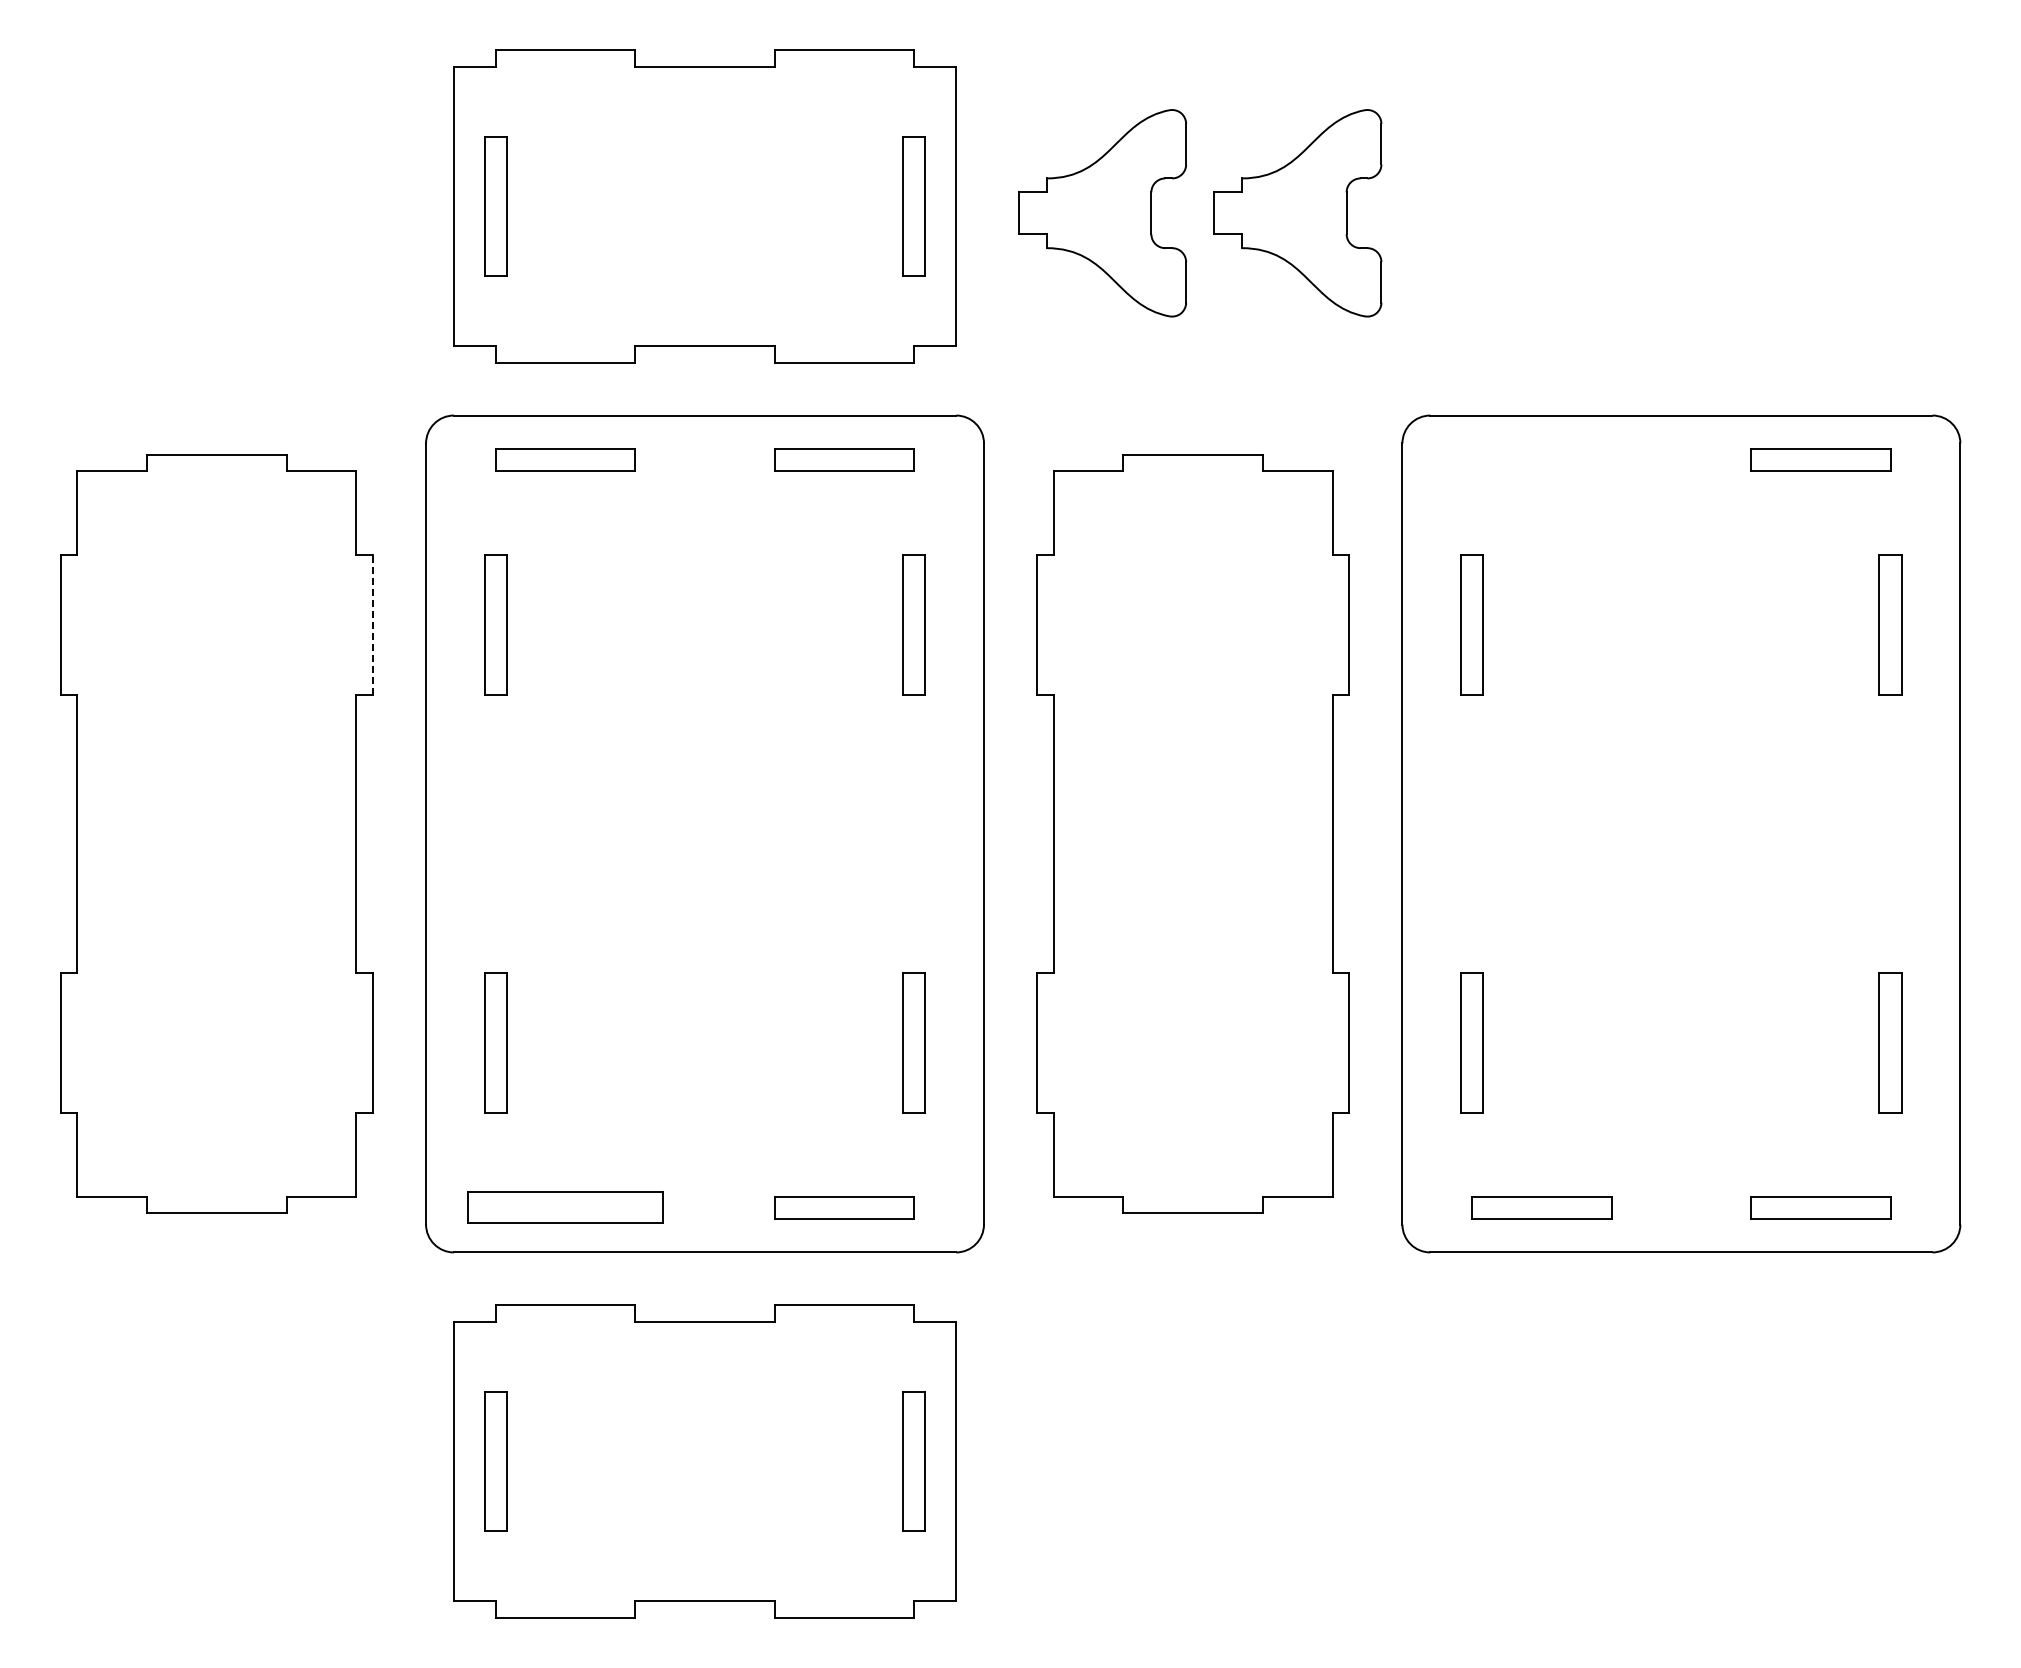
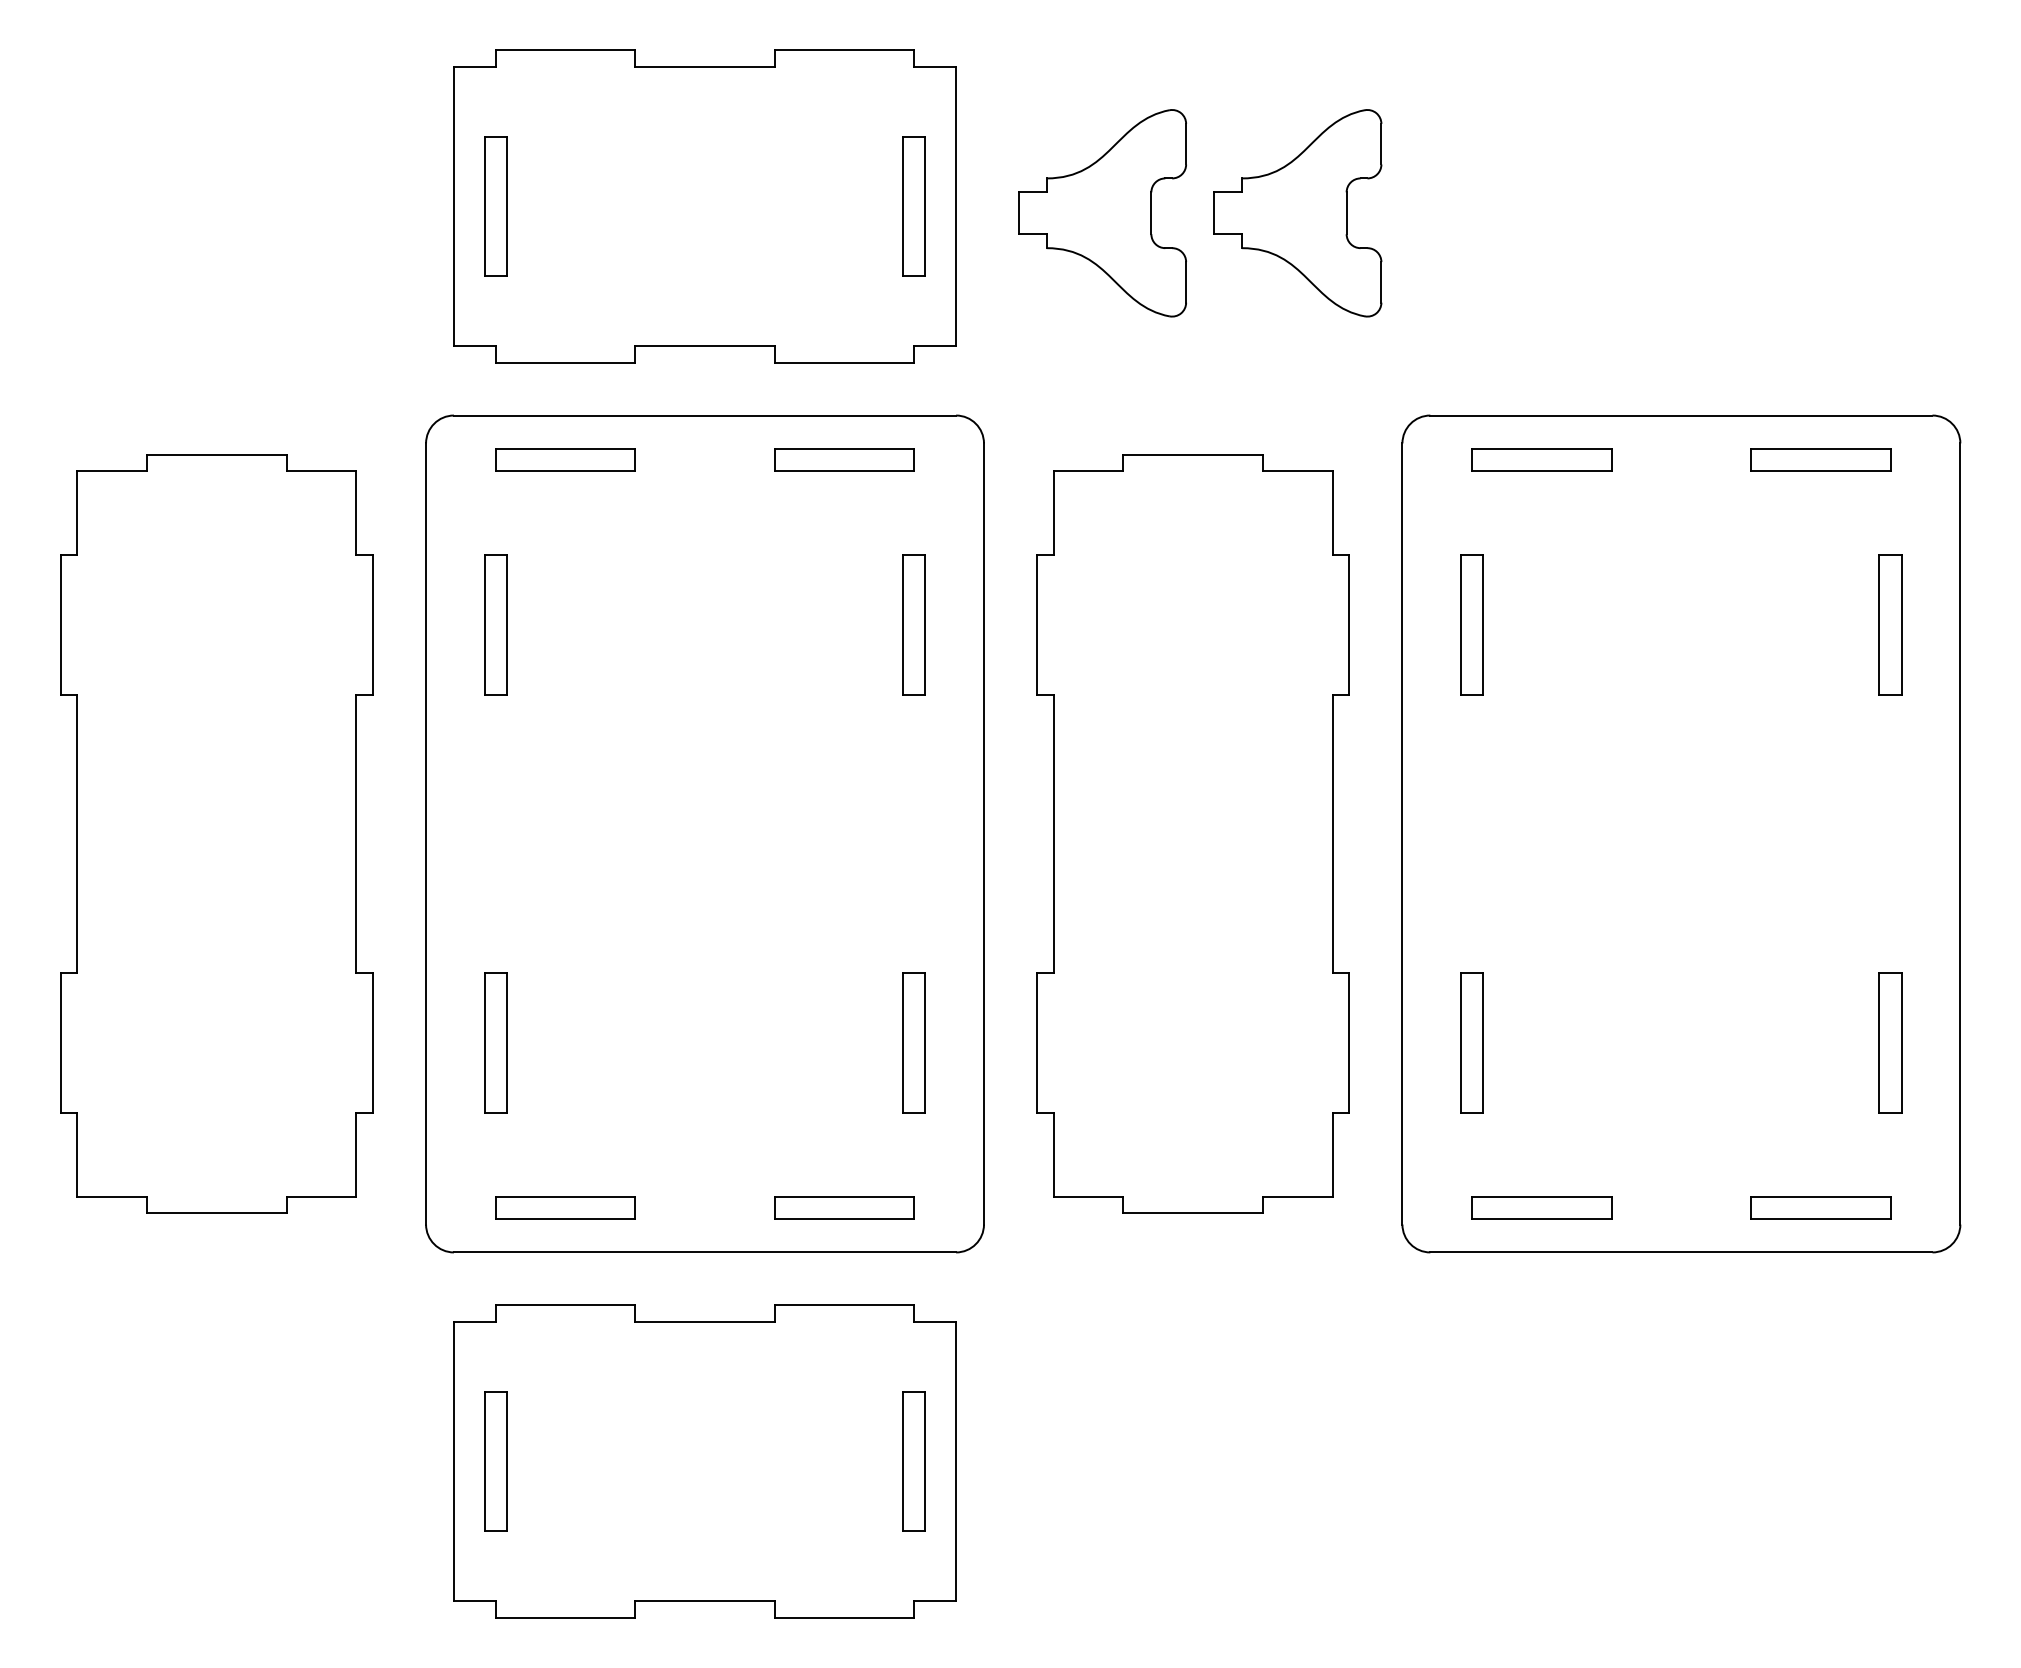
part at (1541, 459): none -> present
line at (373, 624): dashed -> solid
part at (565, 1207) size: 197x33 px -> 141x24 px
